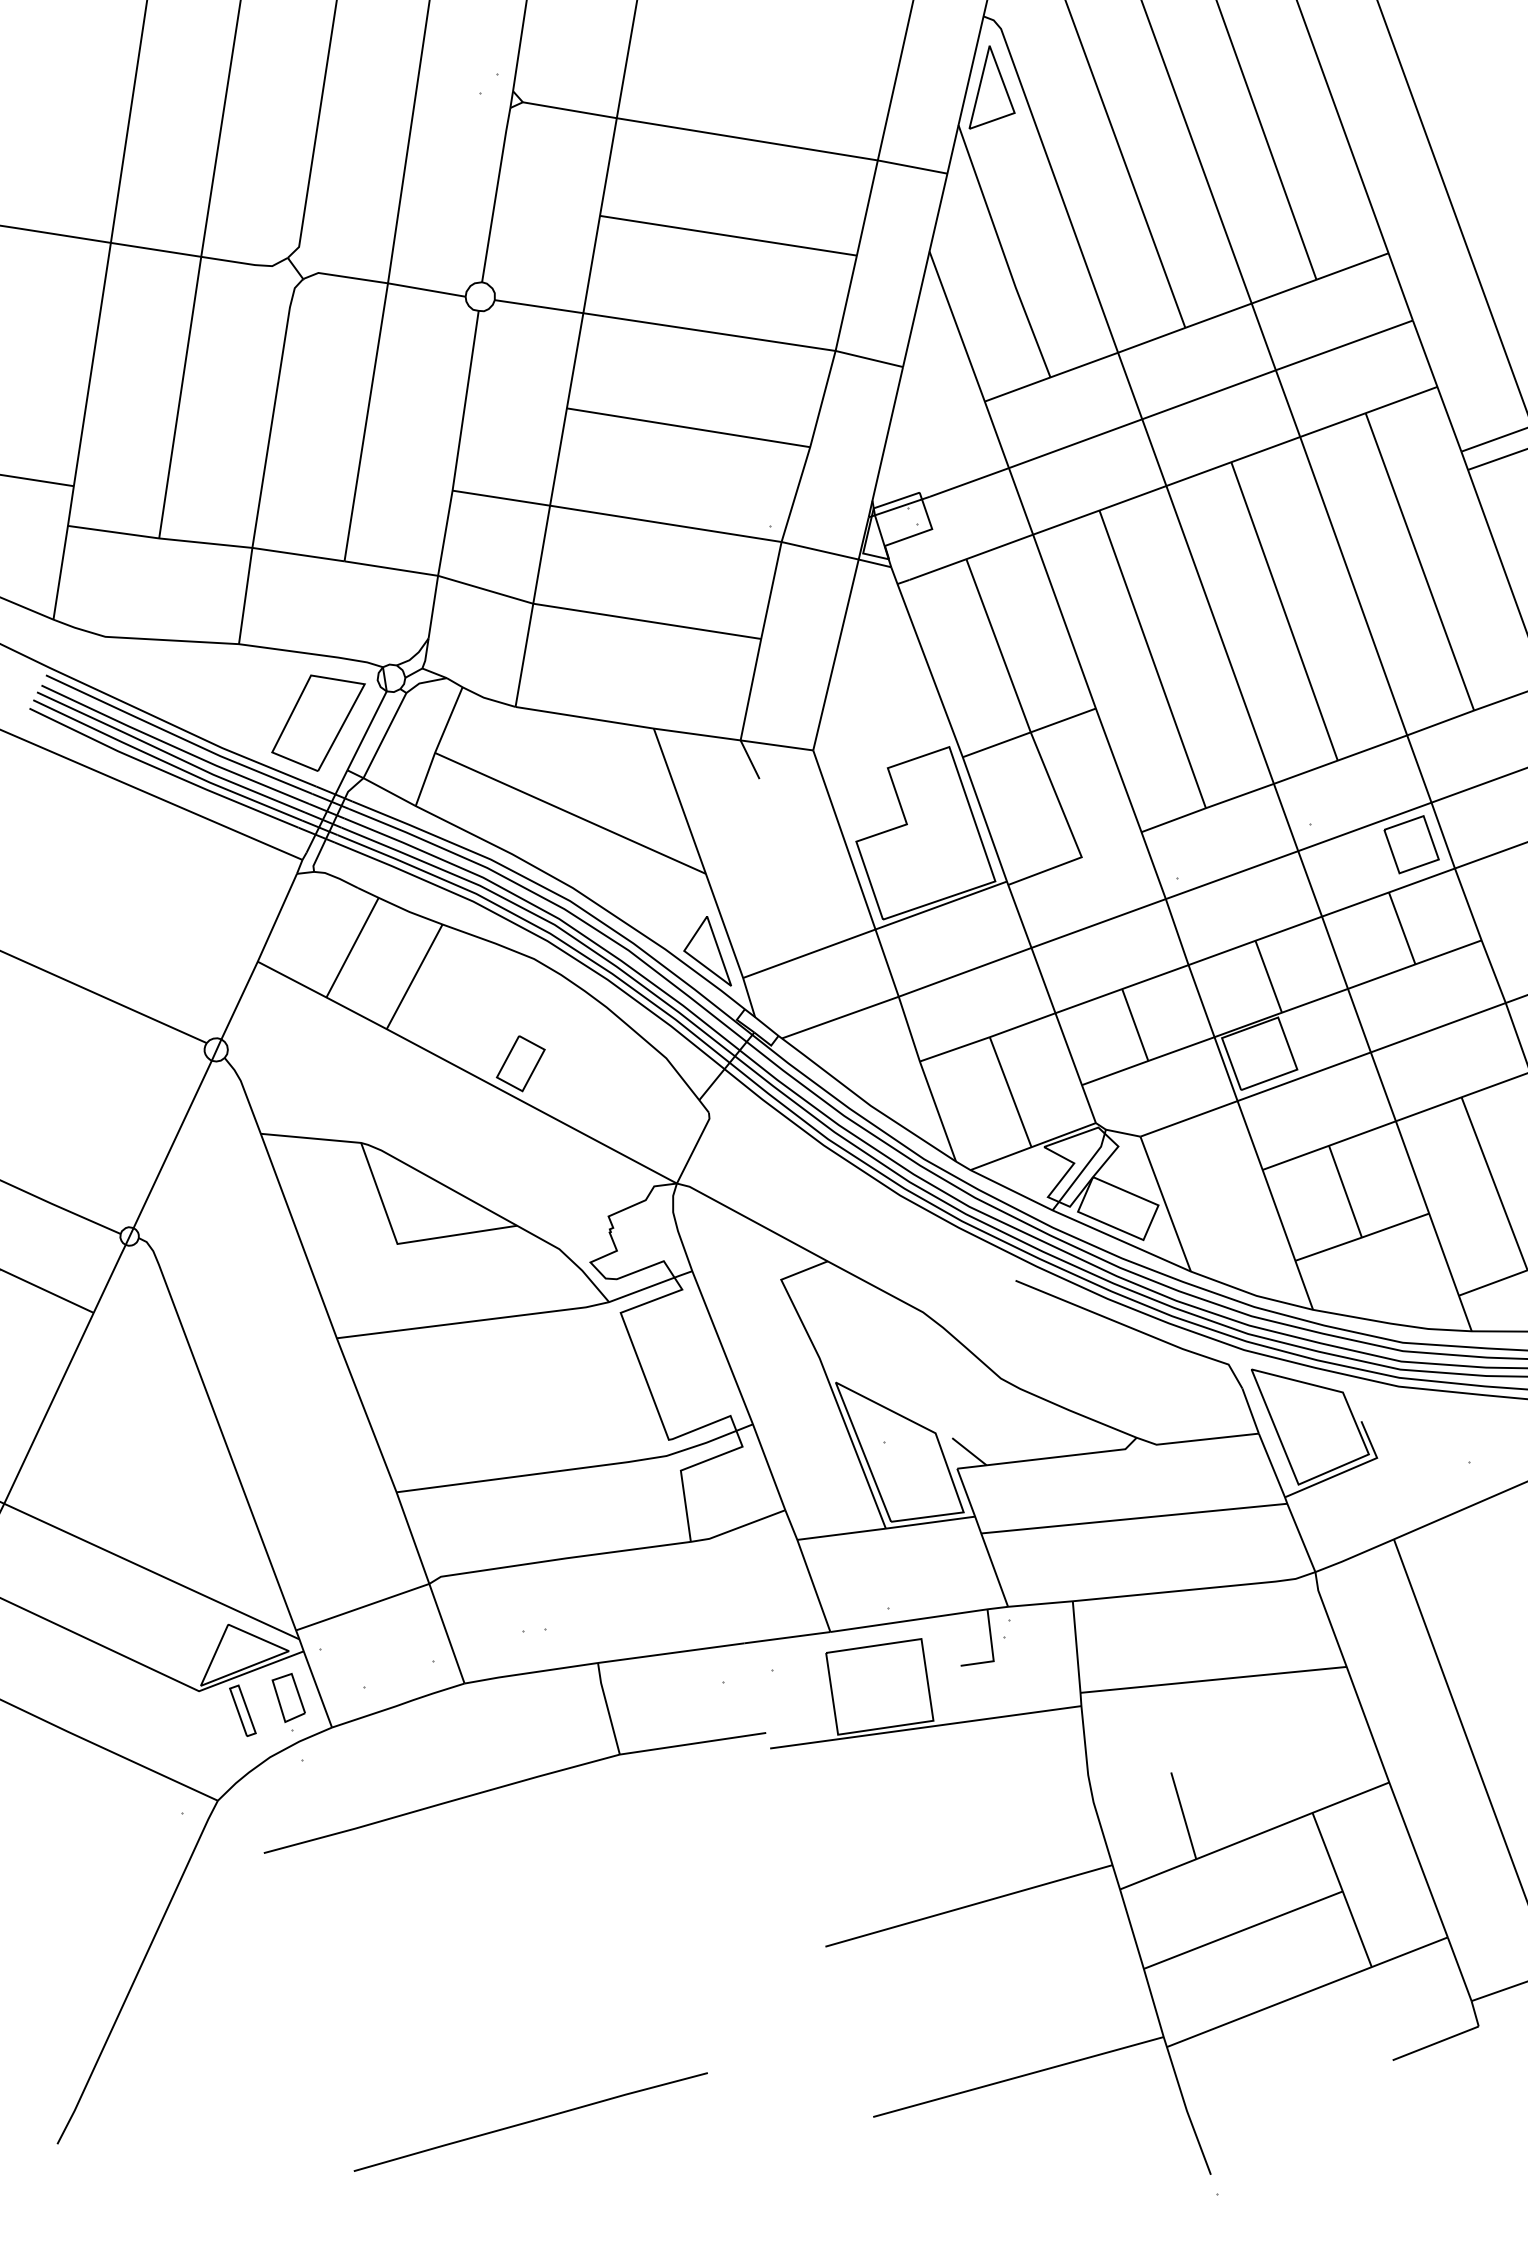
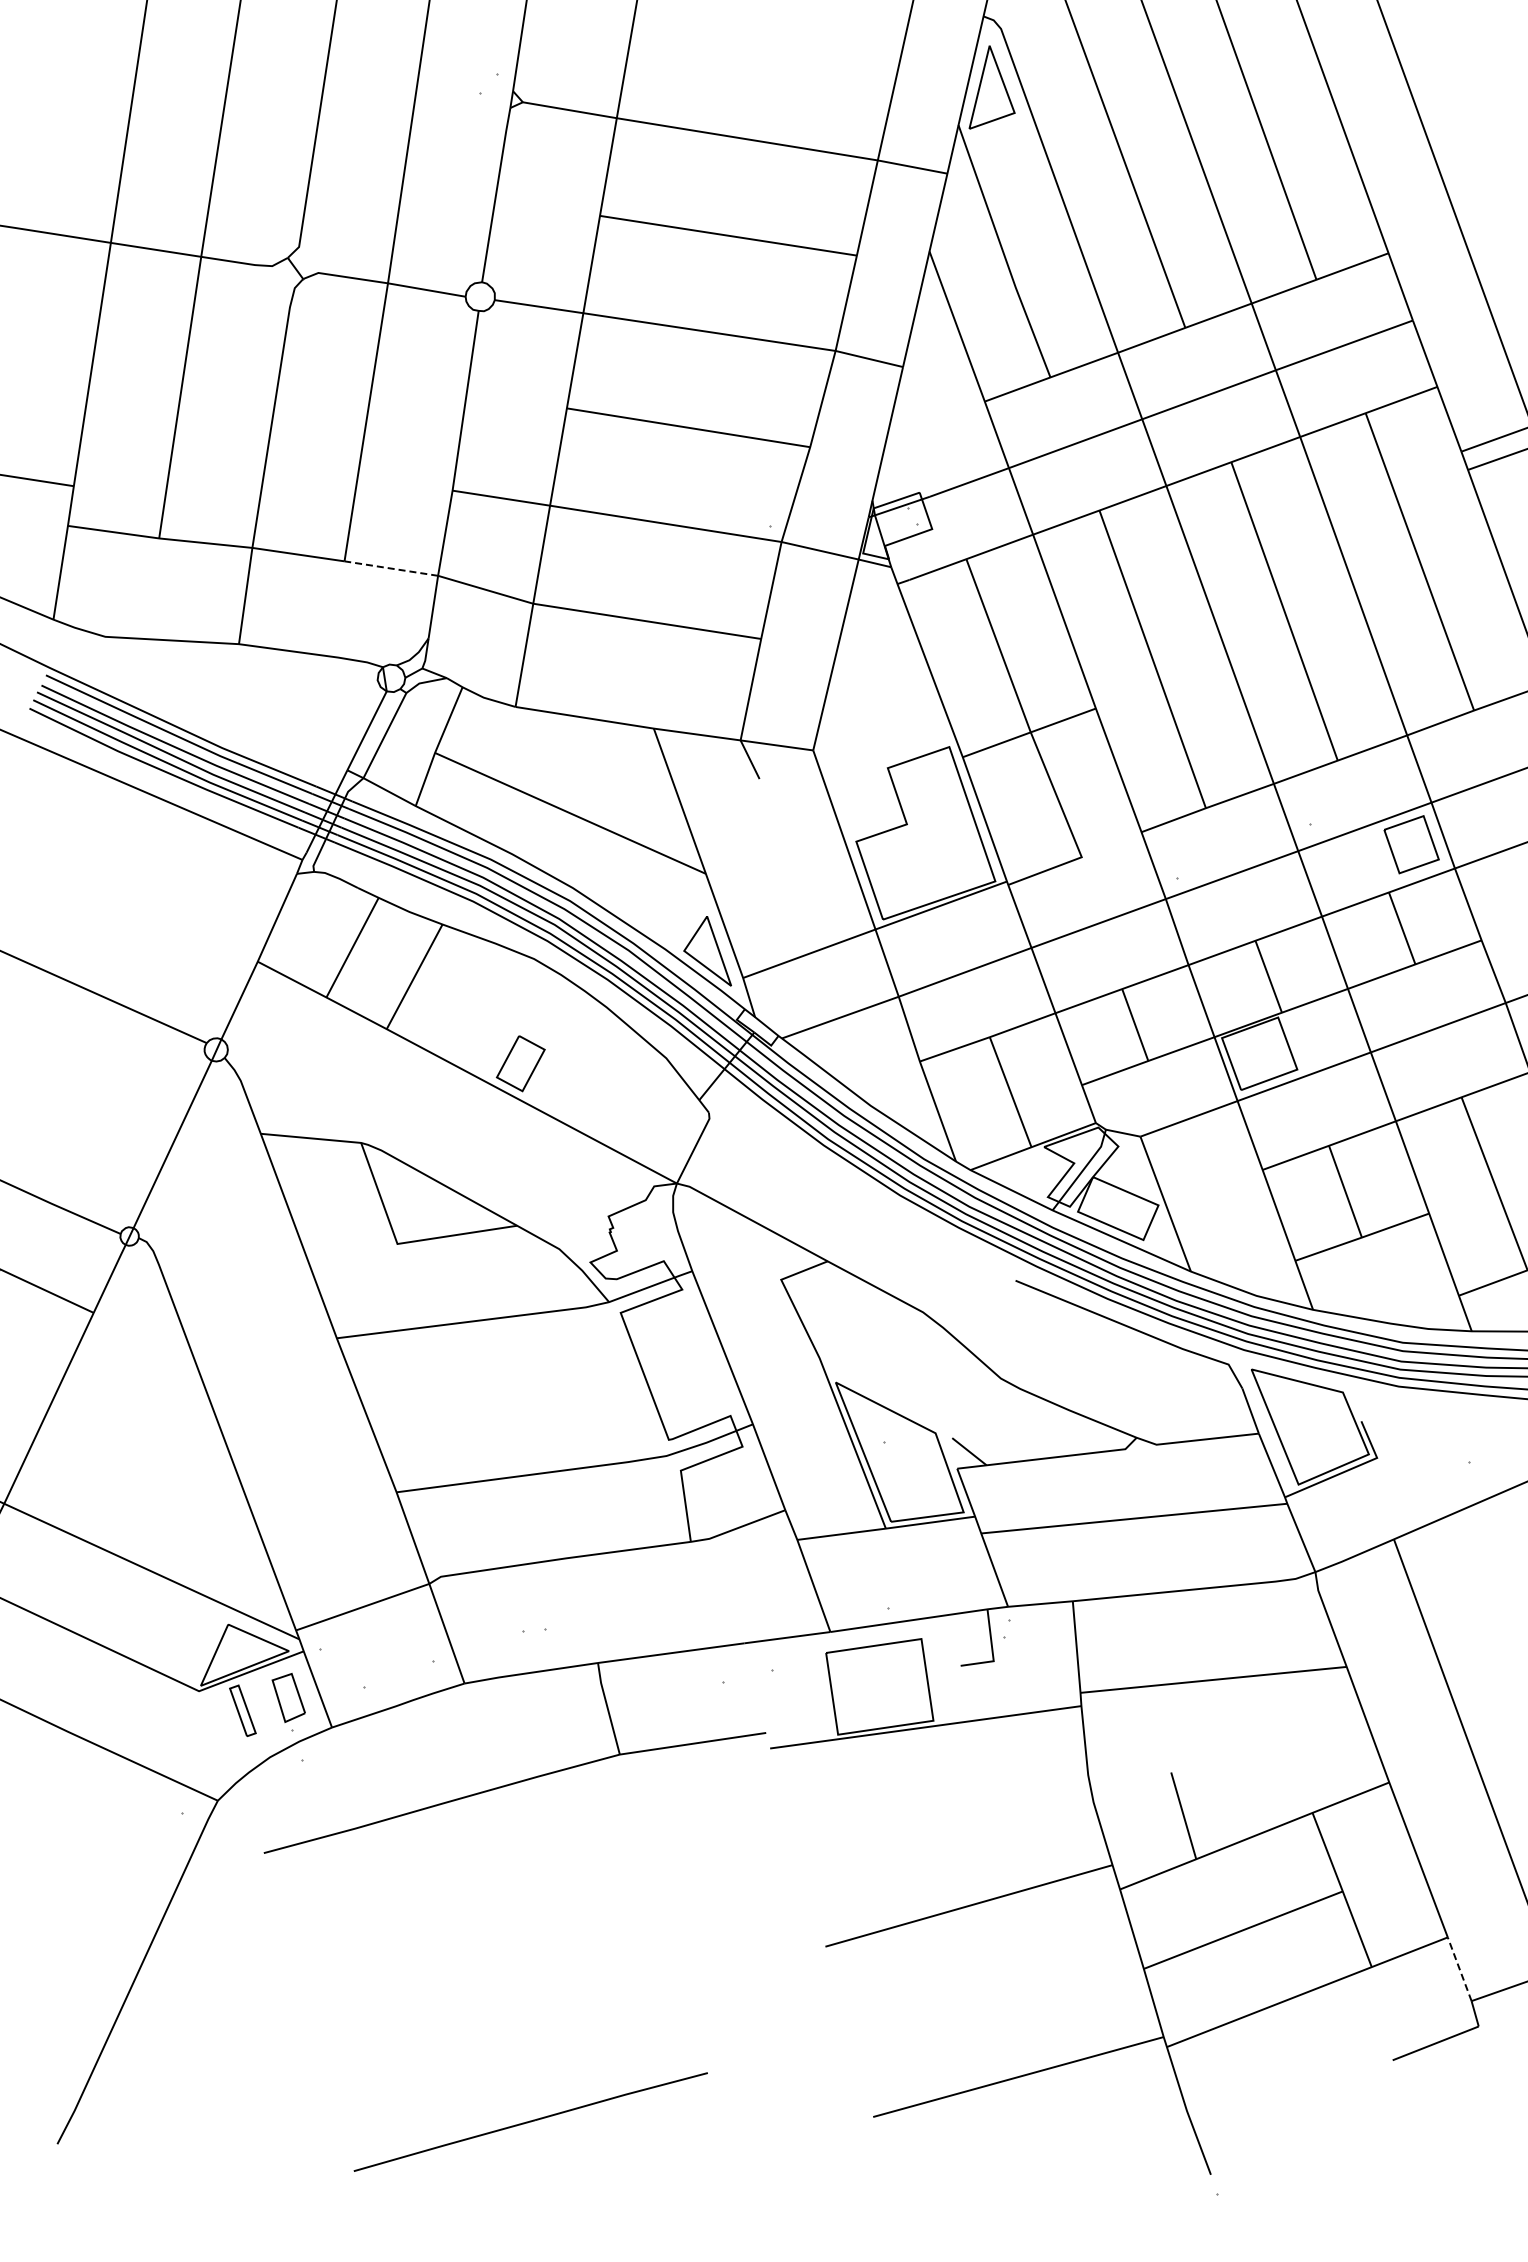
line at (390, 568): solid -> dashed
part at (318, 722): present -> none
line at (1459, 1969): solid -> dashed
